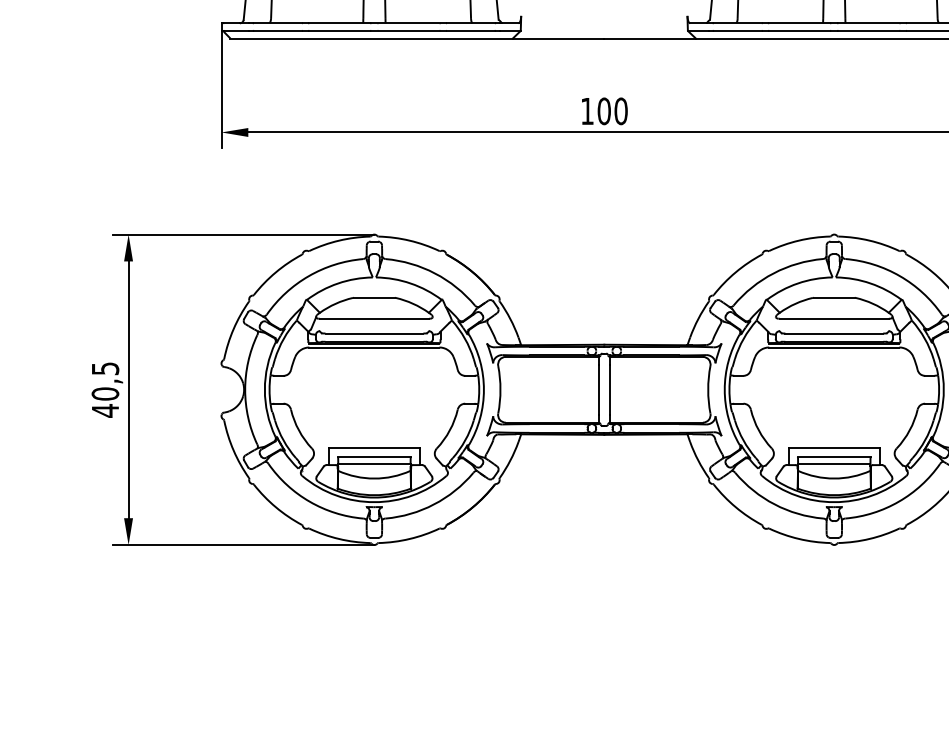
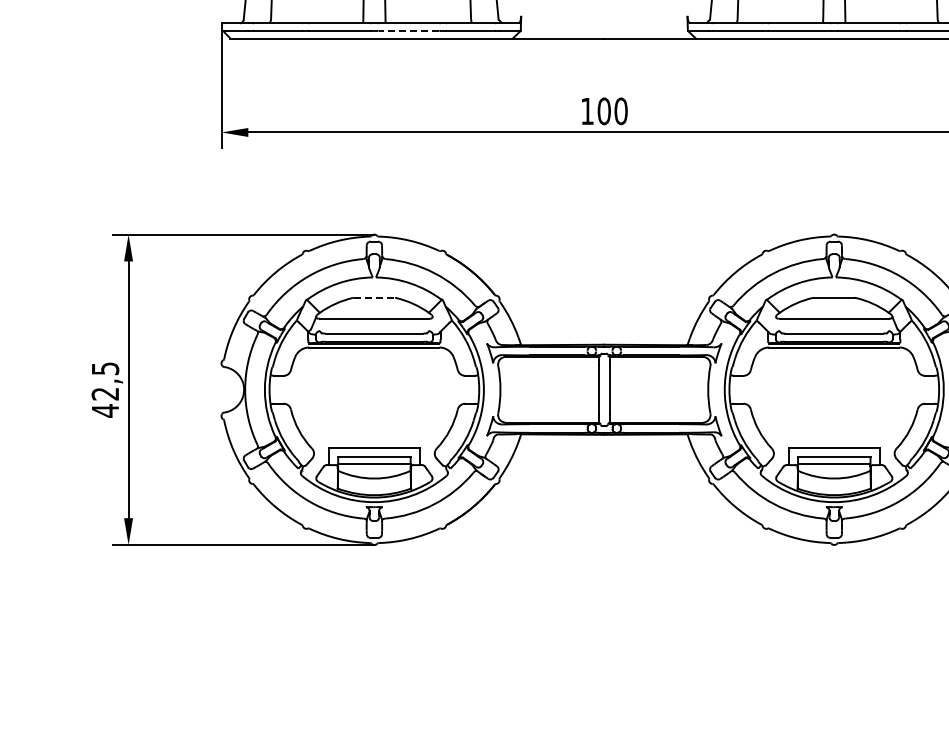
line at (408, 30): solid -> dashed
line at (374, 297): solid -> dashed
text at (105, 393): 40,5 -> 42,5
